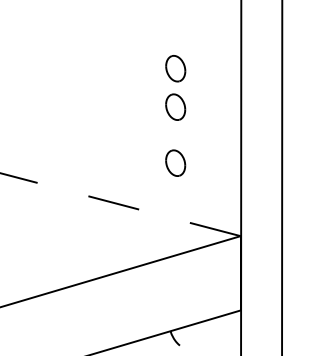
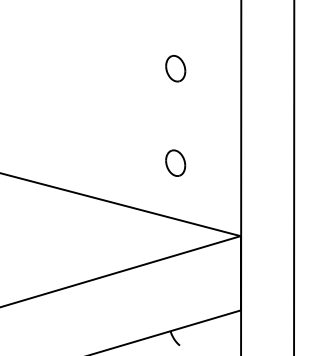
part at (175, 106): present -> none
line at (282, 177) position: (282, 177) -> (294, 177)
line at (119, 204): dashed -> solid
